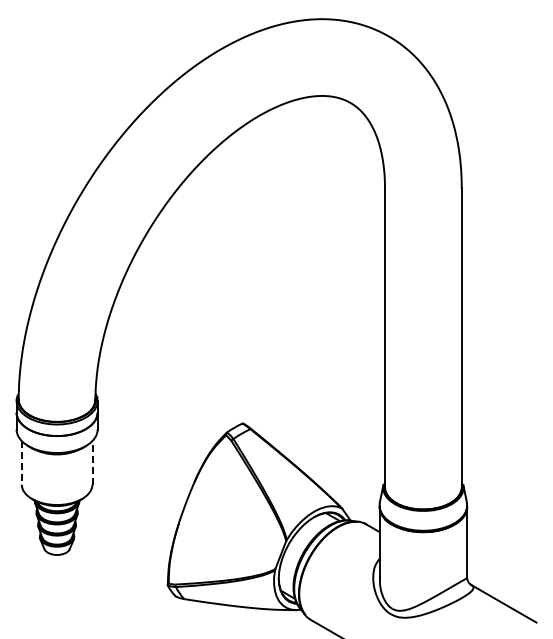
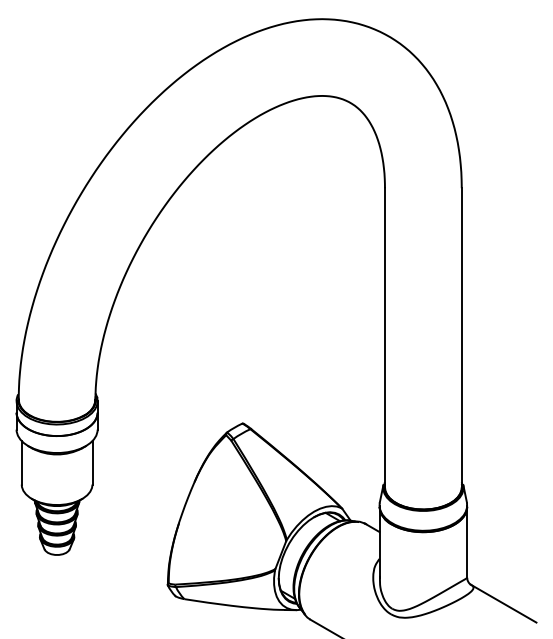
line at (21, 462): dashed -> solid
line at (92, 462): dashed -> solid
